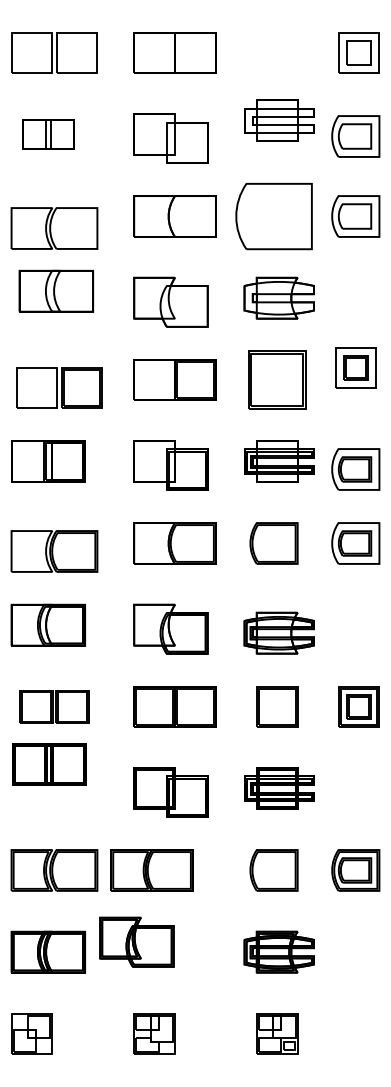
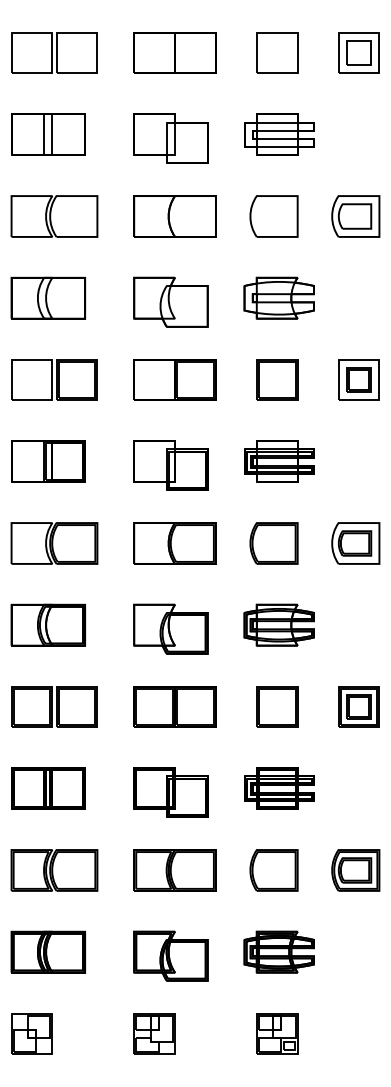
part at (277, 52): none -> present
part at (279, 120) position: (279, 120) -> (279, 134)
part at (48, 134) size: 53x31 px -> 75x43 px
part at (355, 136): present -> none
part at (273, 216) size: 78x68 px -> 50x43 px
part at (54, 228) position: (54, 228) -> (54, 216)
part at (55, 290) position: (55, 290) -> (47, 297)
part at (355, 367) position: (355, 367) -> (358, 379)
part at (277, 379) size: 59x60 px -> 43x42 px
part at (59, 387) position: (59, 387) -> (54, 379)
part at (355, 469): present -> none
part at (54, 551) position: (54, 551) -> (54, 543)
part at (278, 632) position: (278, 632) -> (278, 624)
part at (54, 706) size: 71x34 px -> 87x42 px
part at (49, 764) position: (49, 764) -> (48, 788)
part at (151, 870) position: (151, 870) -> (174, 870)
part at (136, 941) position: (136, 941) -> (170, 955)
